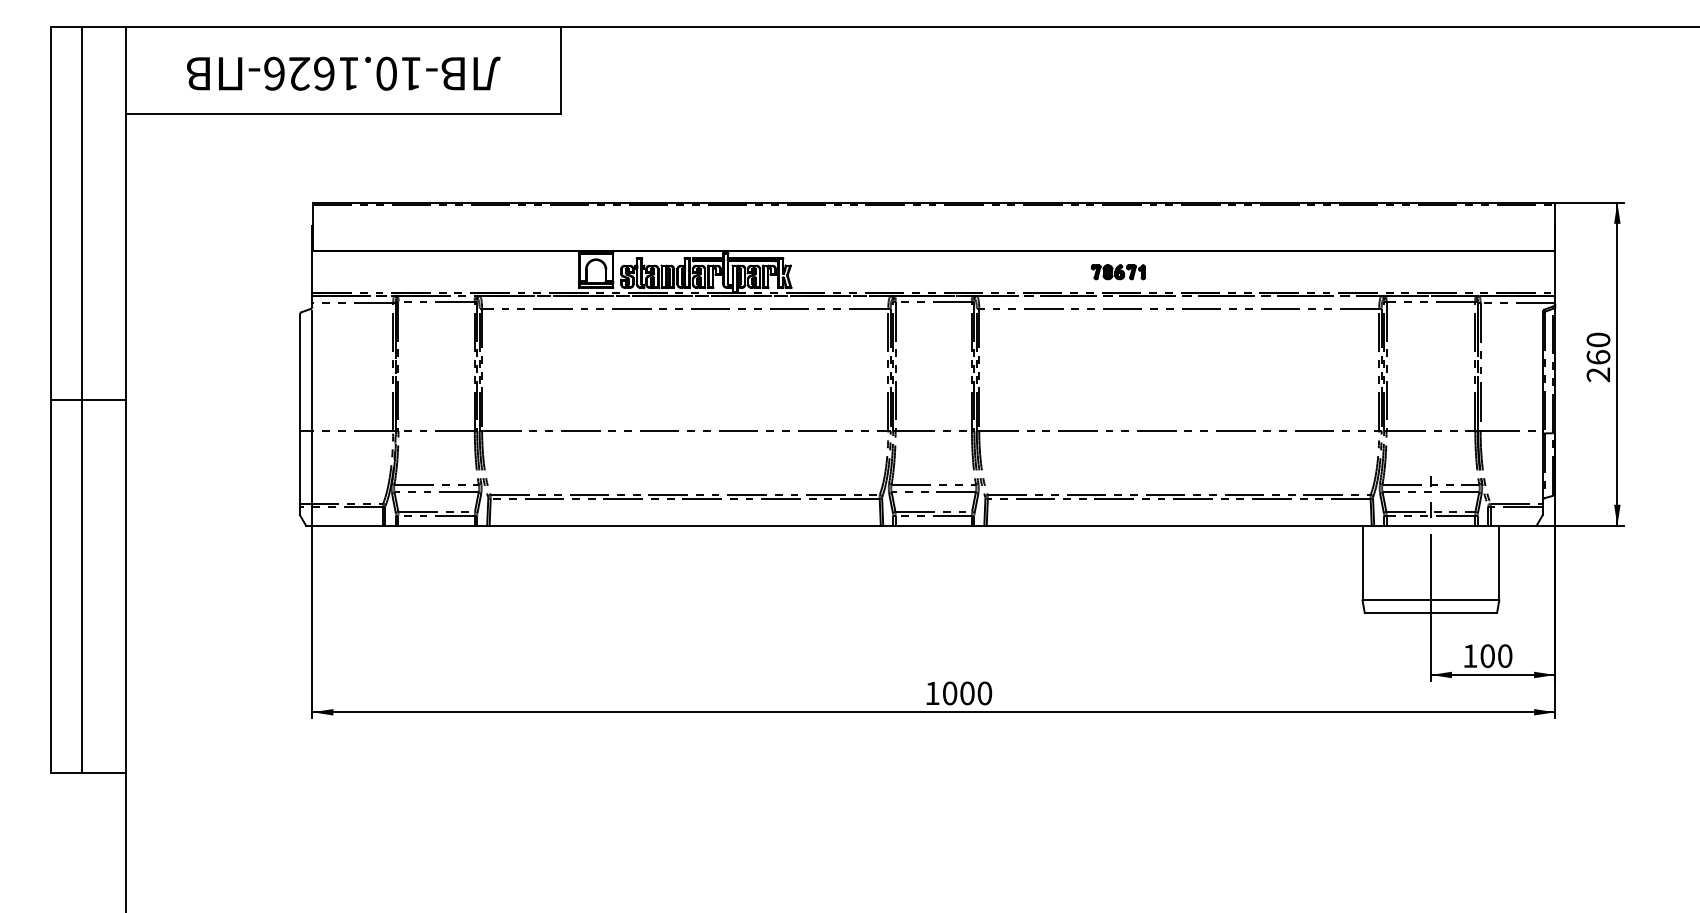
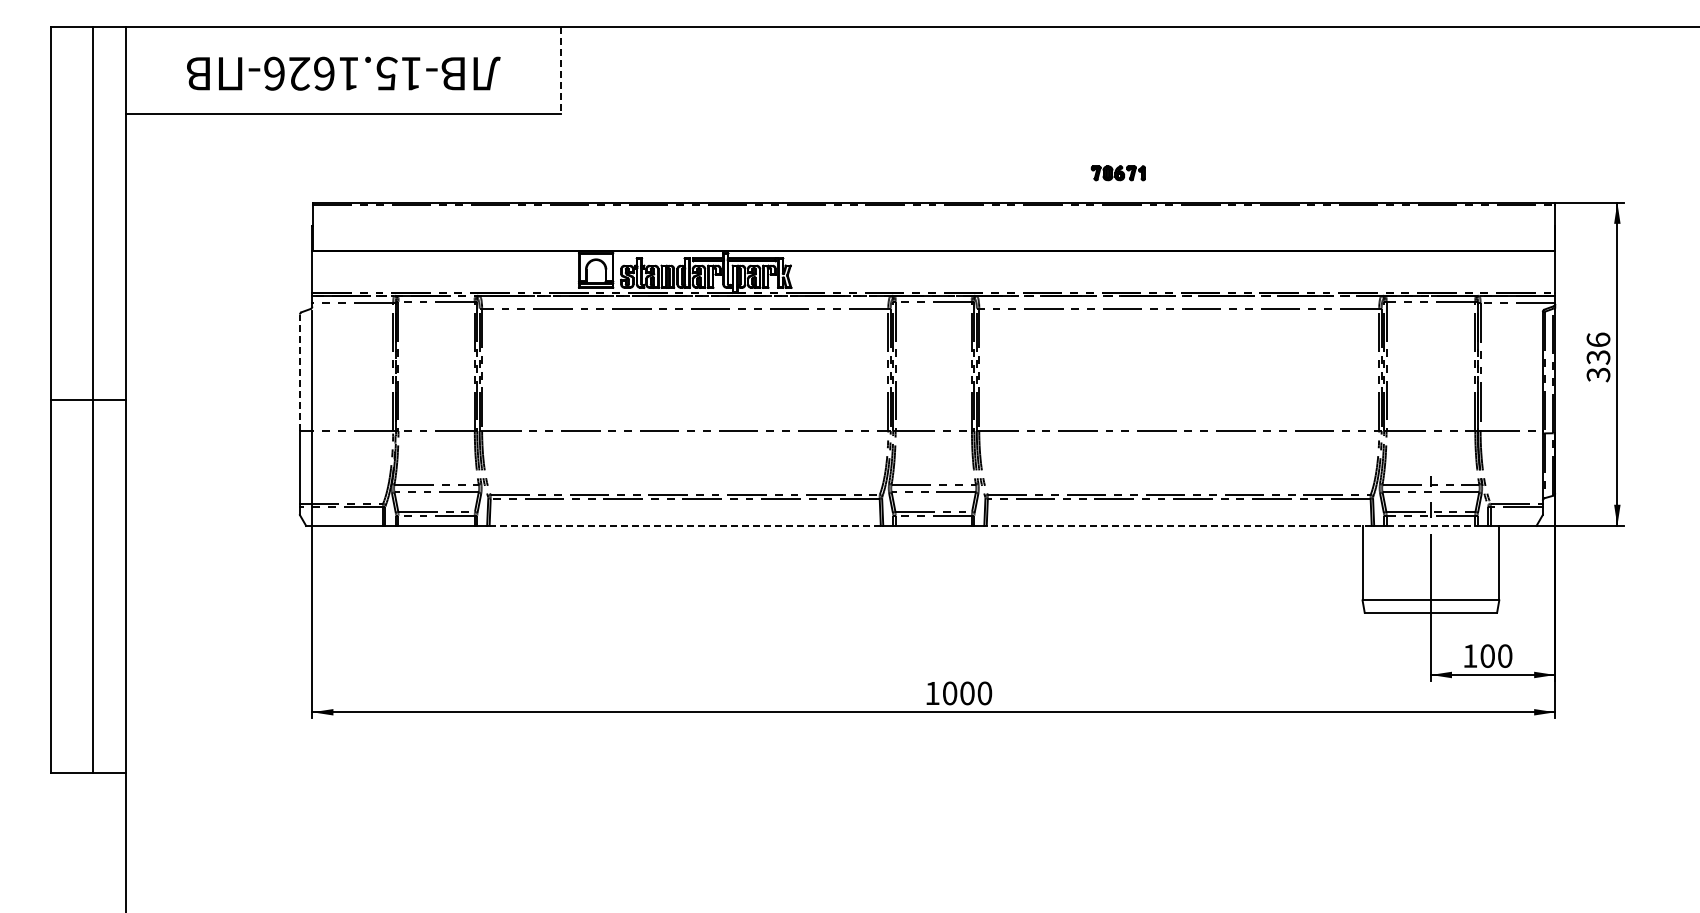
line at (560, 71): solid -> dashed
text at (386, 73): -10.1626- -> -15.1626-
part at (1117, 272) position: (1117, 272) -> (1117, 173)
text at (1598, 357): 260 -> 336
line at (299, 372): solid -> dashed
line at (82, 399) position: (82, 399) -> (93, 399)
line at (685, 525): solid -> dashed
line at (1178, 525): solid -> dashed
line at (1431, 525): solid -> dashed
